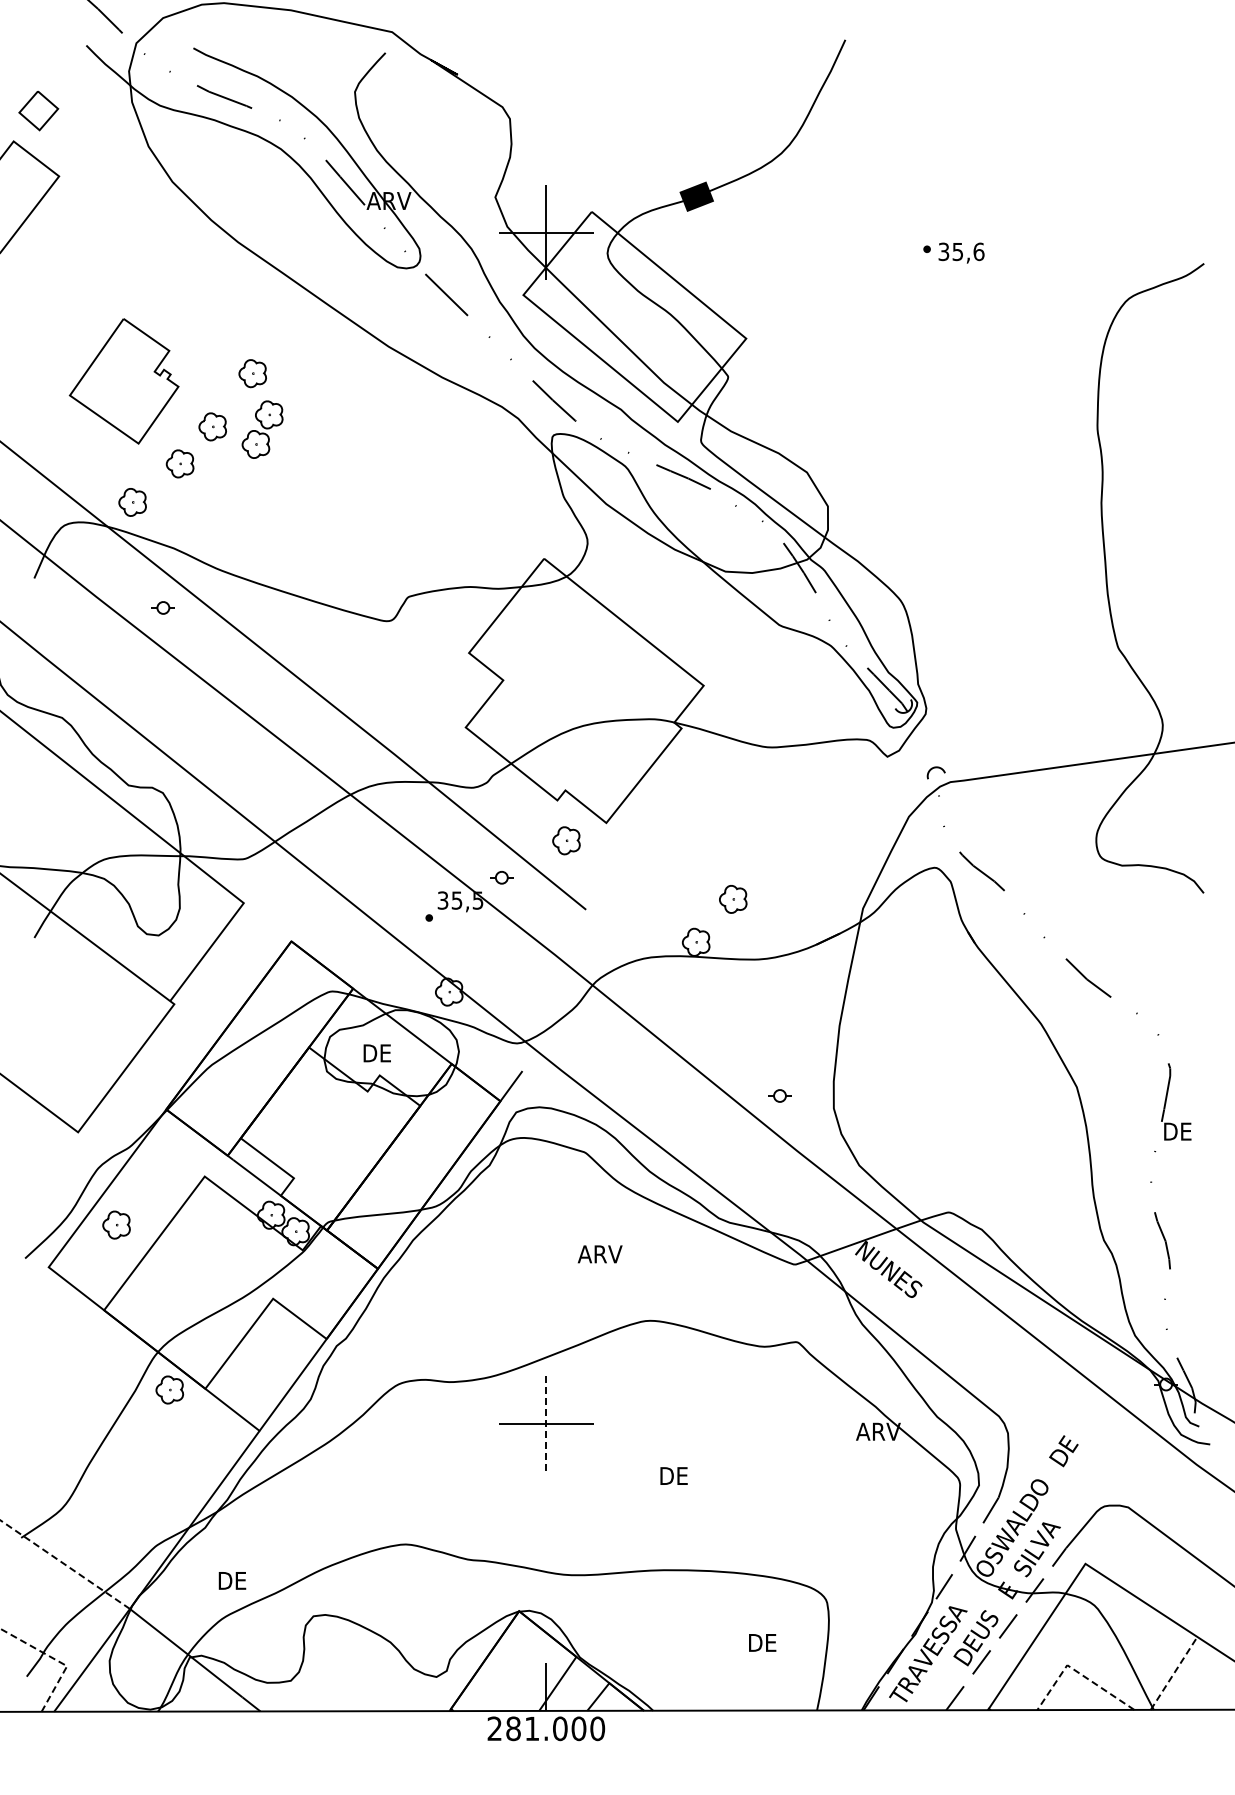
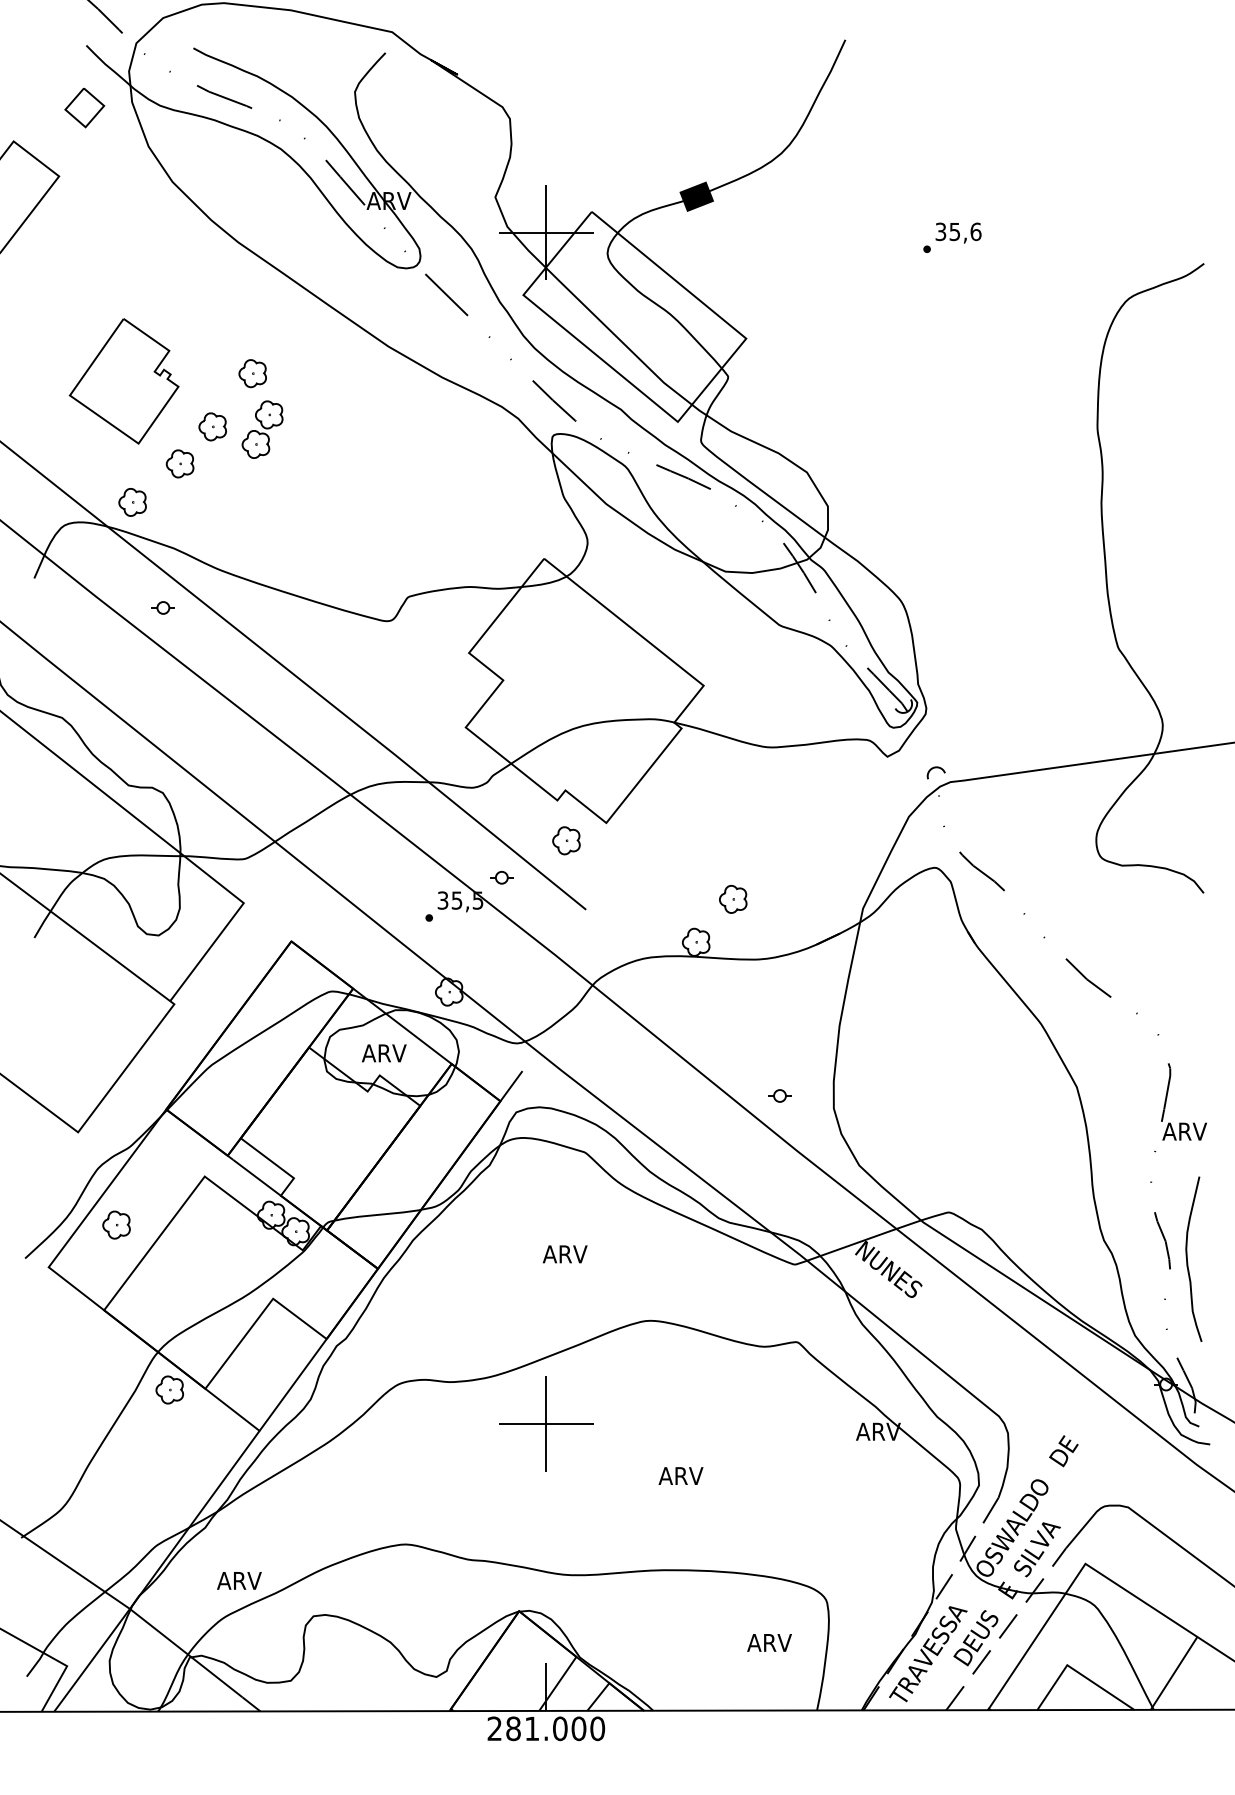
part at (38, 110) position: (38, 110) -> (84, 107)
text at (961, 252) position: (961, 252) -> (958, 232)
text at (384, 1053): DE -> ARV
text at (1184, 1131): DE -> ARV
text at (599, 1254) position: (599, 1254) -> (564, 1254)
curve at (1187, 1258): none -> present
line at (546, 1423): dashed -> solid
text at (680, 1475): DE -> ARV
line at (65, 1564): dashed -> solid
text at (239, 1580): DE -> ARV
text at (769, 1642): DE -> ARV
line at (56, 1660): dashed -> solid
line at (1078, 1672): dashed -> solid
line at (1174, 1673): dashed -> solid
